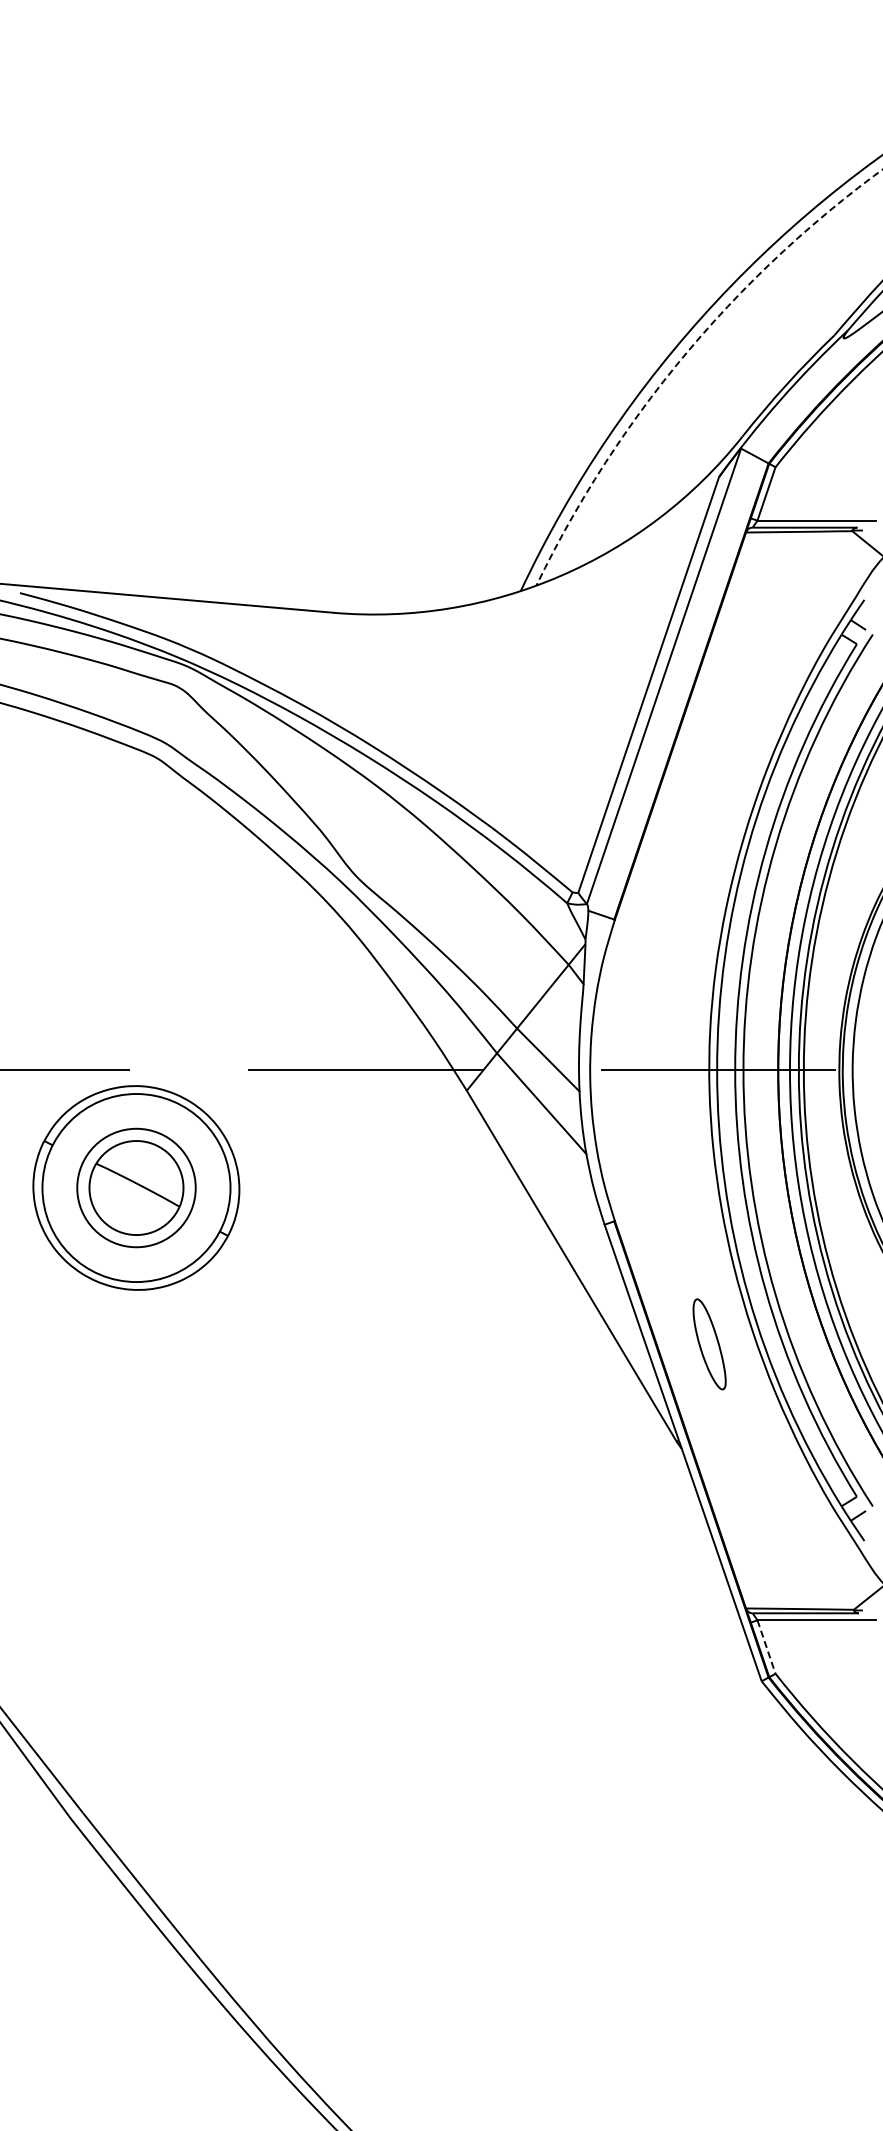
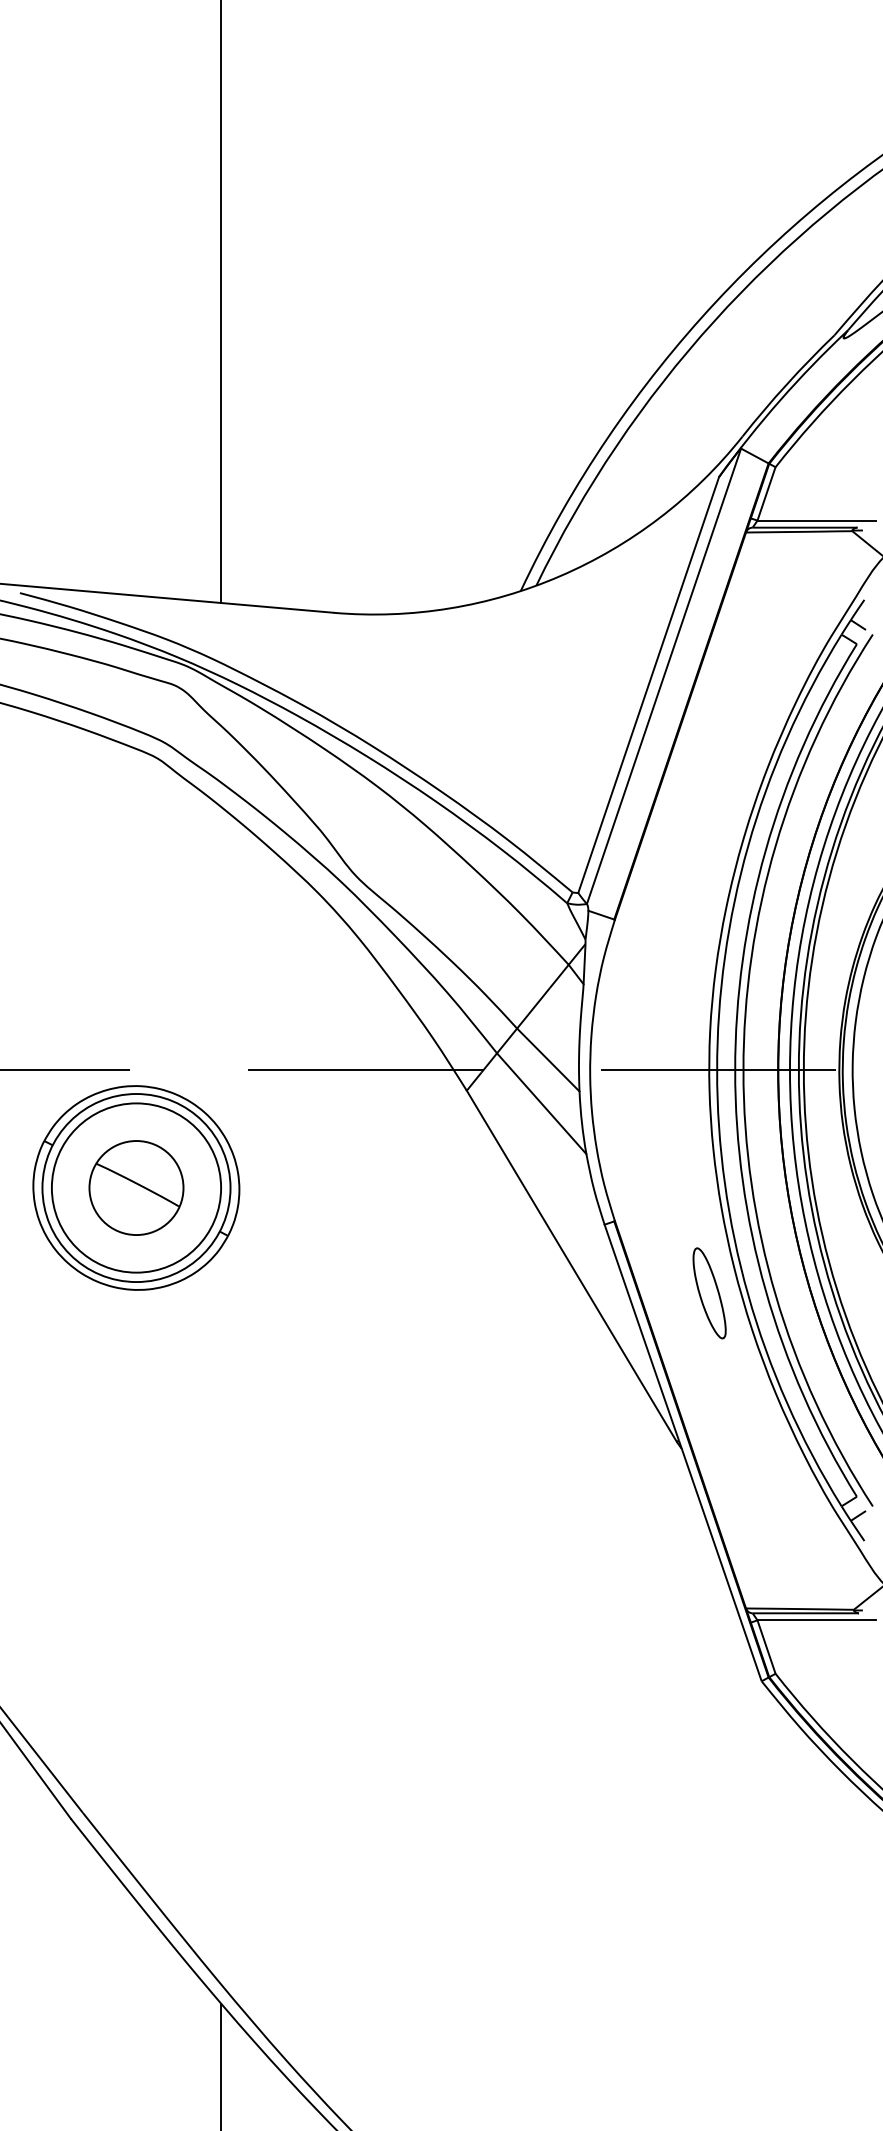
line at (221, 302): none -> present
arc at (684, 355): dashed -> solid
circle at (136, 1187) diameter: 118 px -> 169 px
part at (709, 1344) position: (709, 1344) -> (709, 1293)
line at (766, 1647): dashed -> solid
line at (221, 2065): none -> present
